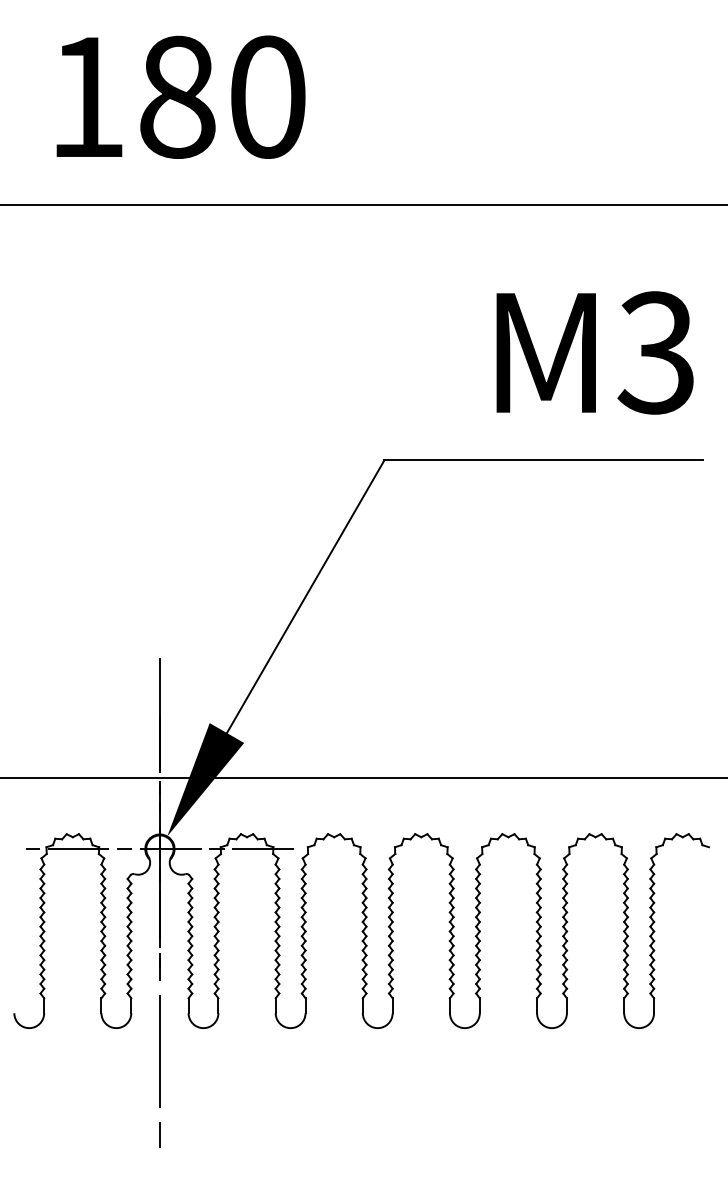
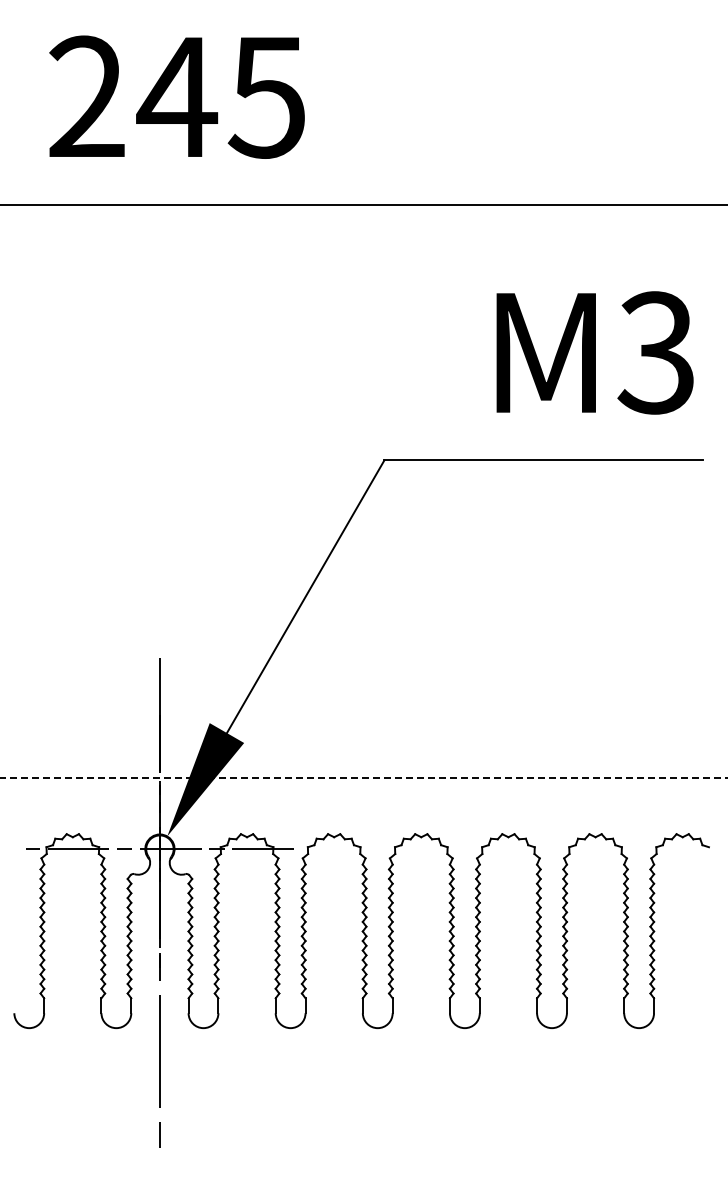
text at (177, 96): 180 -> 245
line at (364, 777): solid -> dashed
